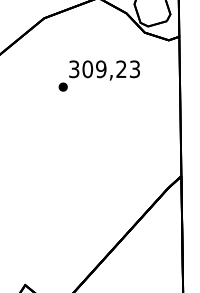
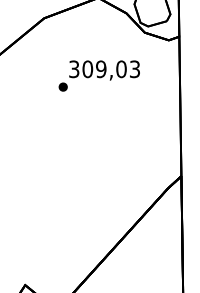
text at (121, 69): 309,23 -> 309,03
